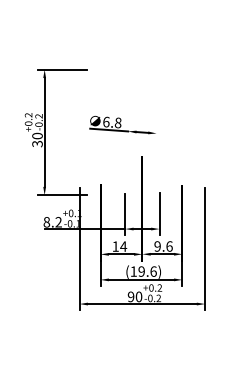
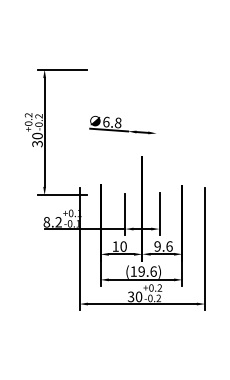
text at (123, 246): 14 -> 10
text at (130, 296): 90 -> 30
